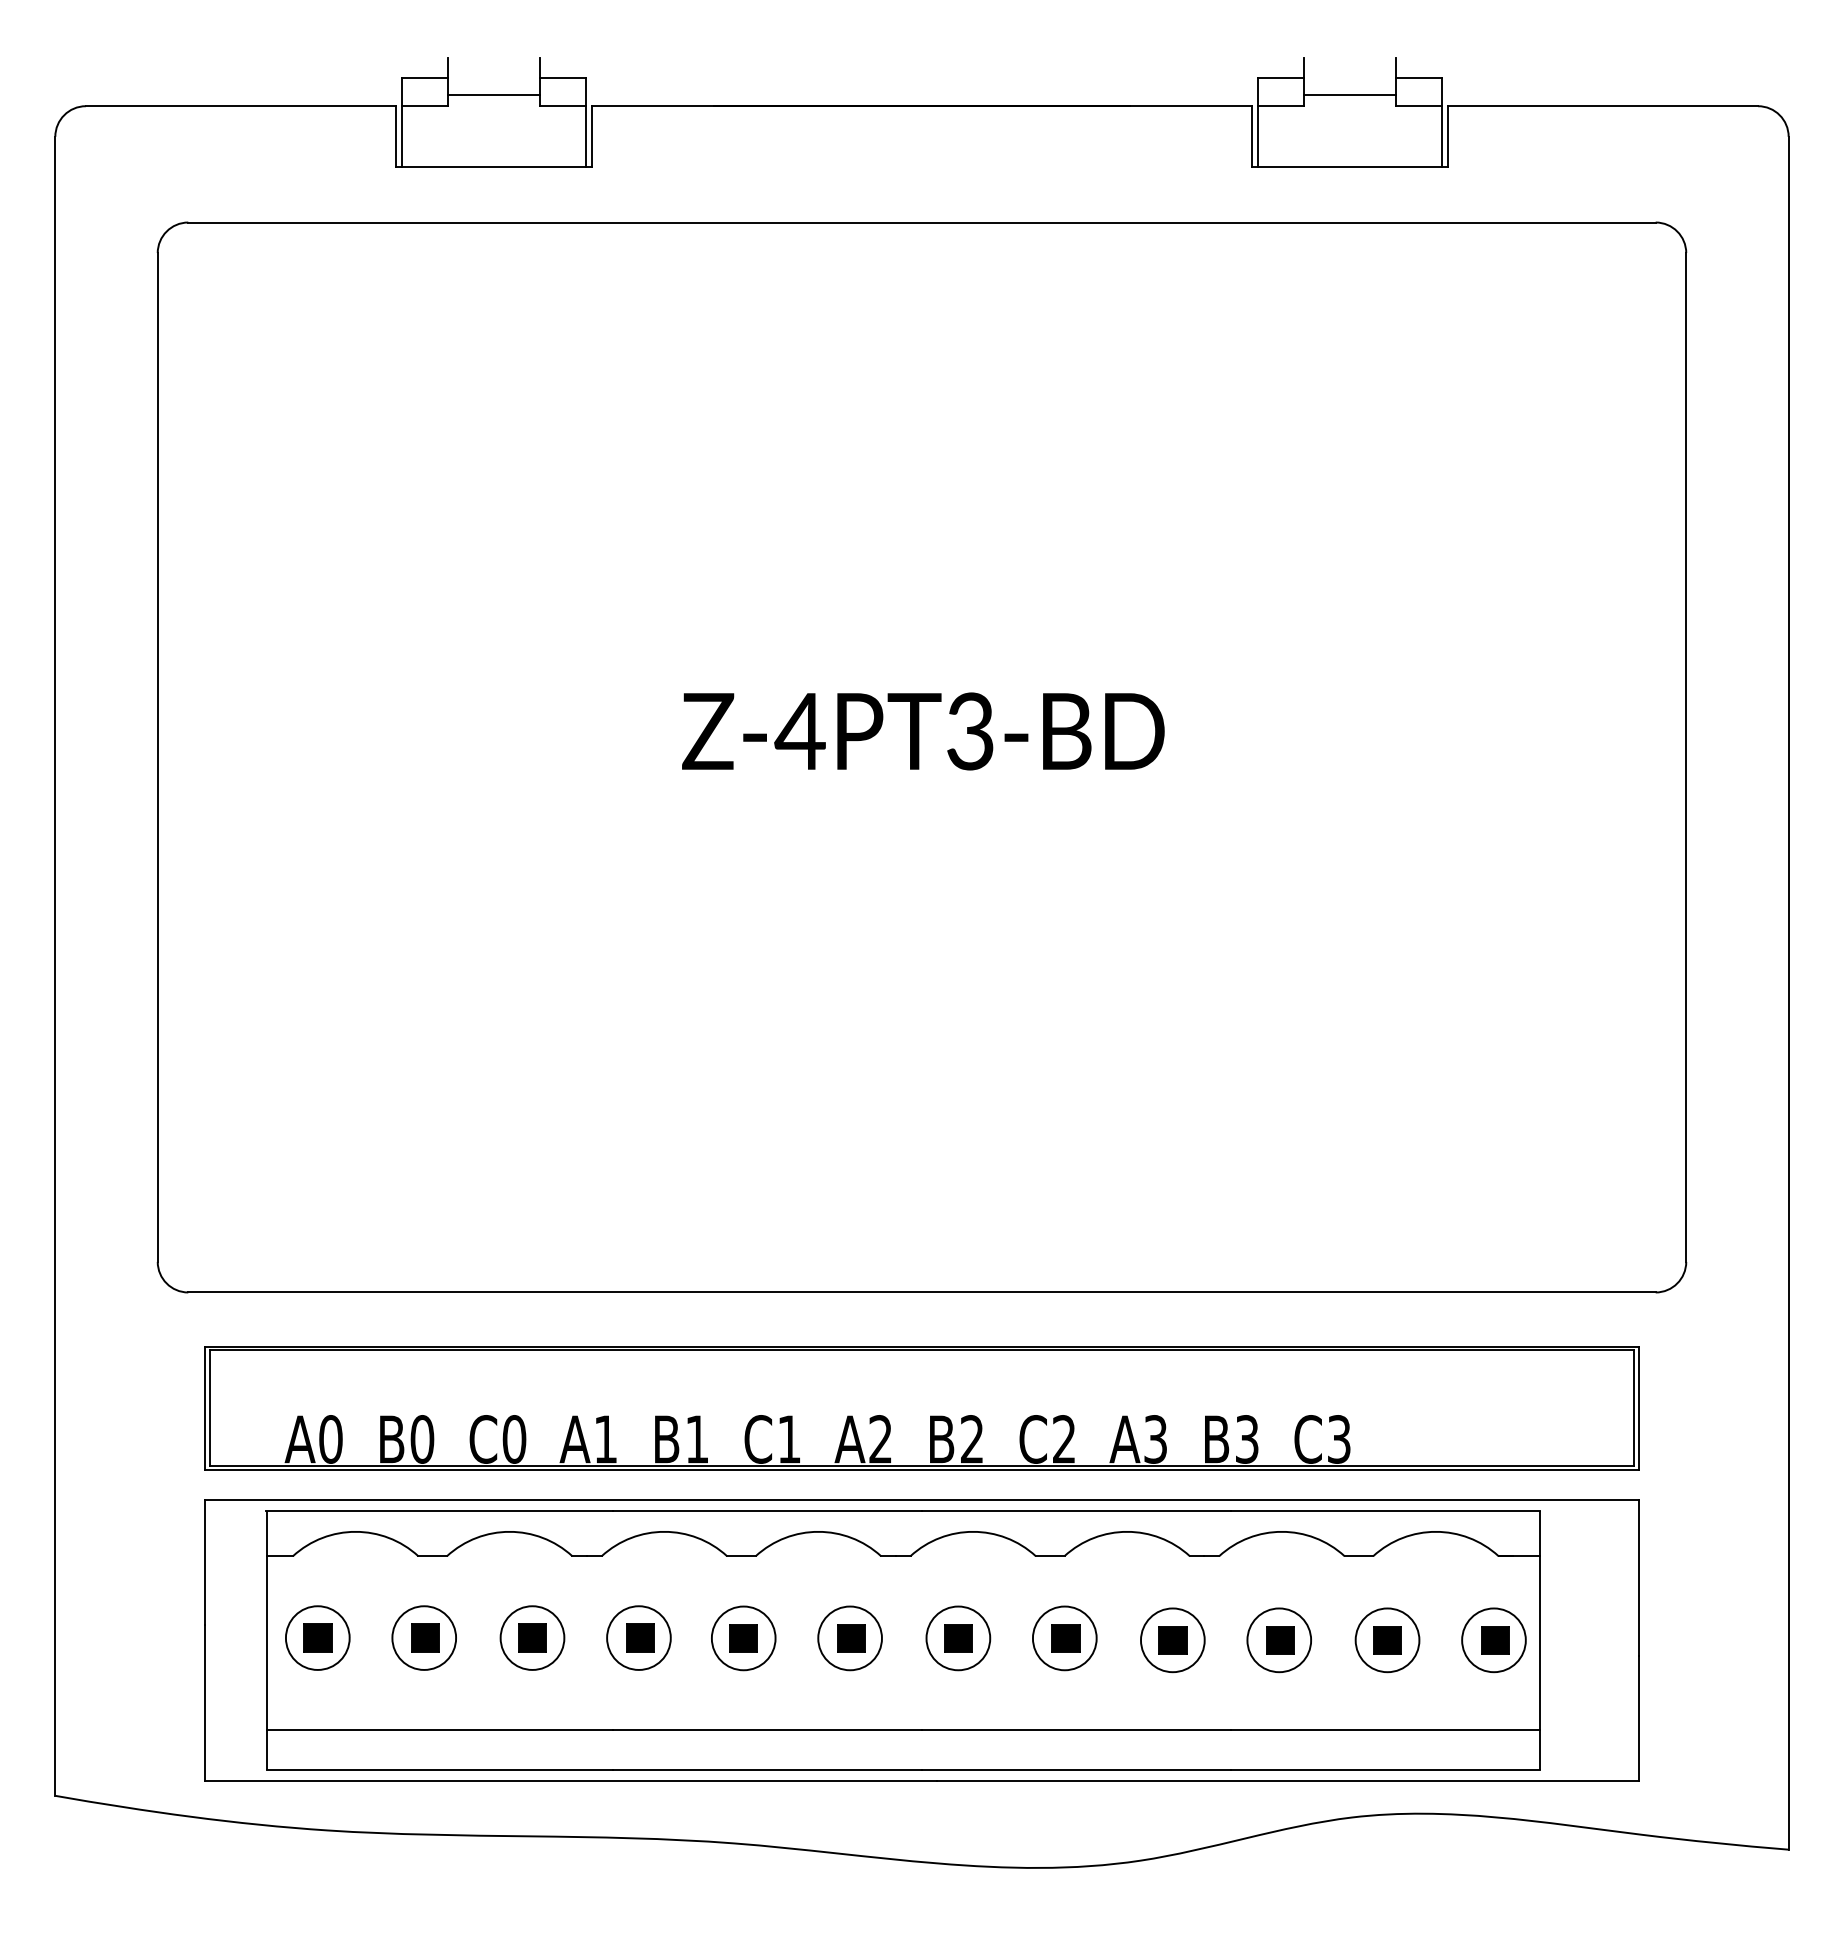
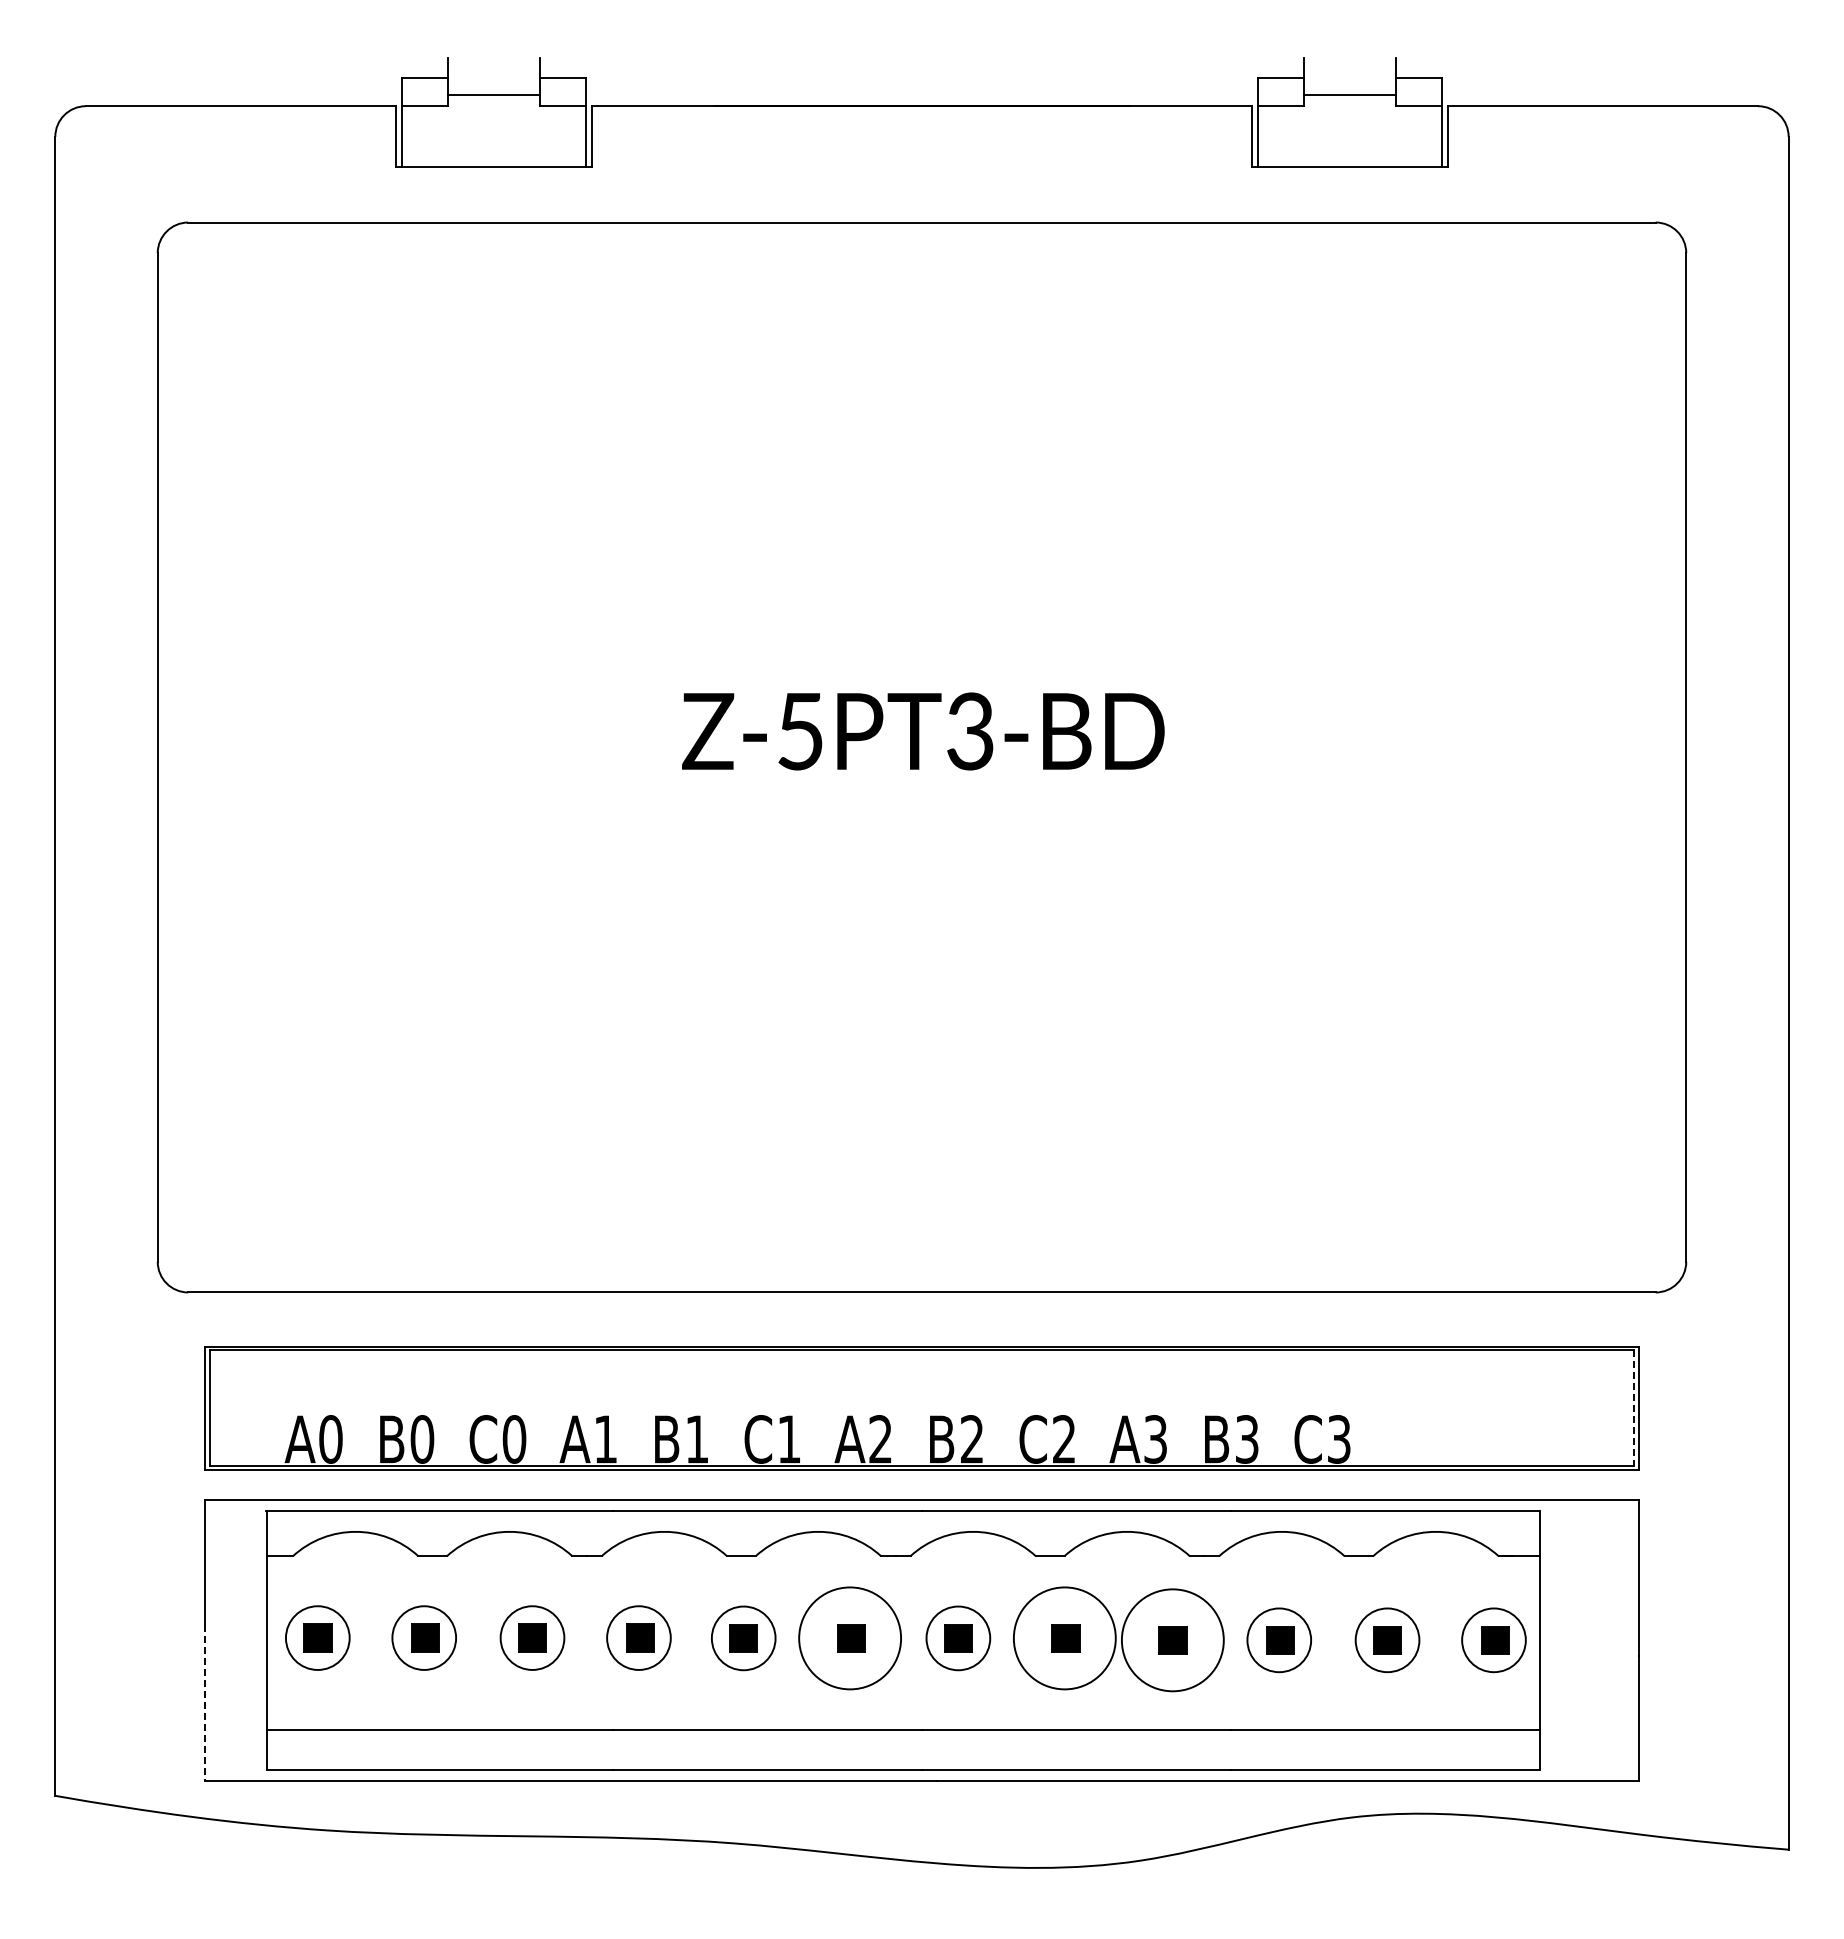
text at (799, 731): Z-4PT3-BD -> Z-5PT3-BD
line at (1634, 1408): solid -> dashed
circle at (849, 1638) diameter: 64 px -> 102 px
circle at (1064, 1638) diameter: 64 px -> 102 px
circle at (1172, 1640) diameter: 64 px -> 102 px
line at (205, 1703): solid -> dashed
